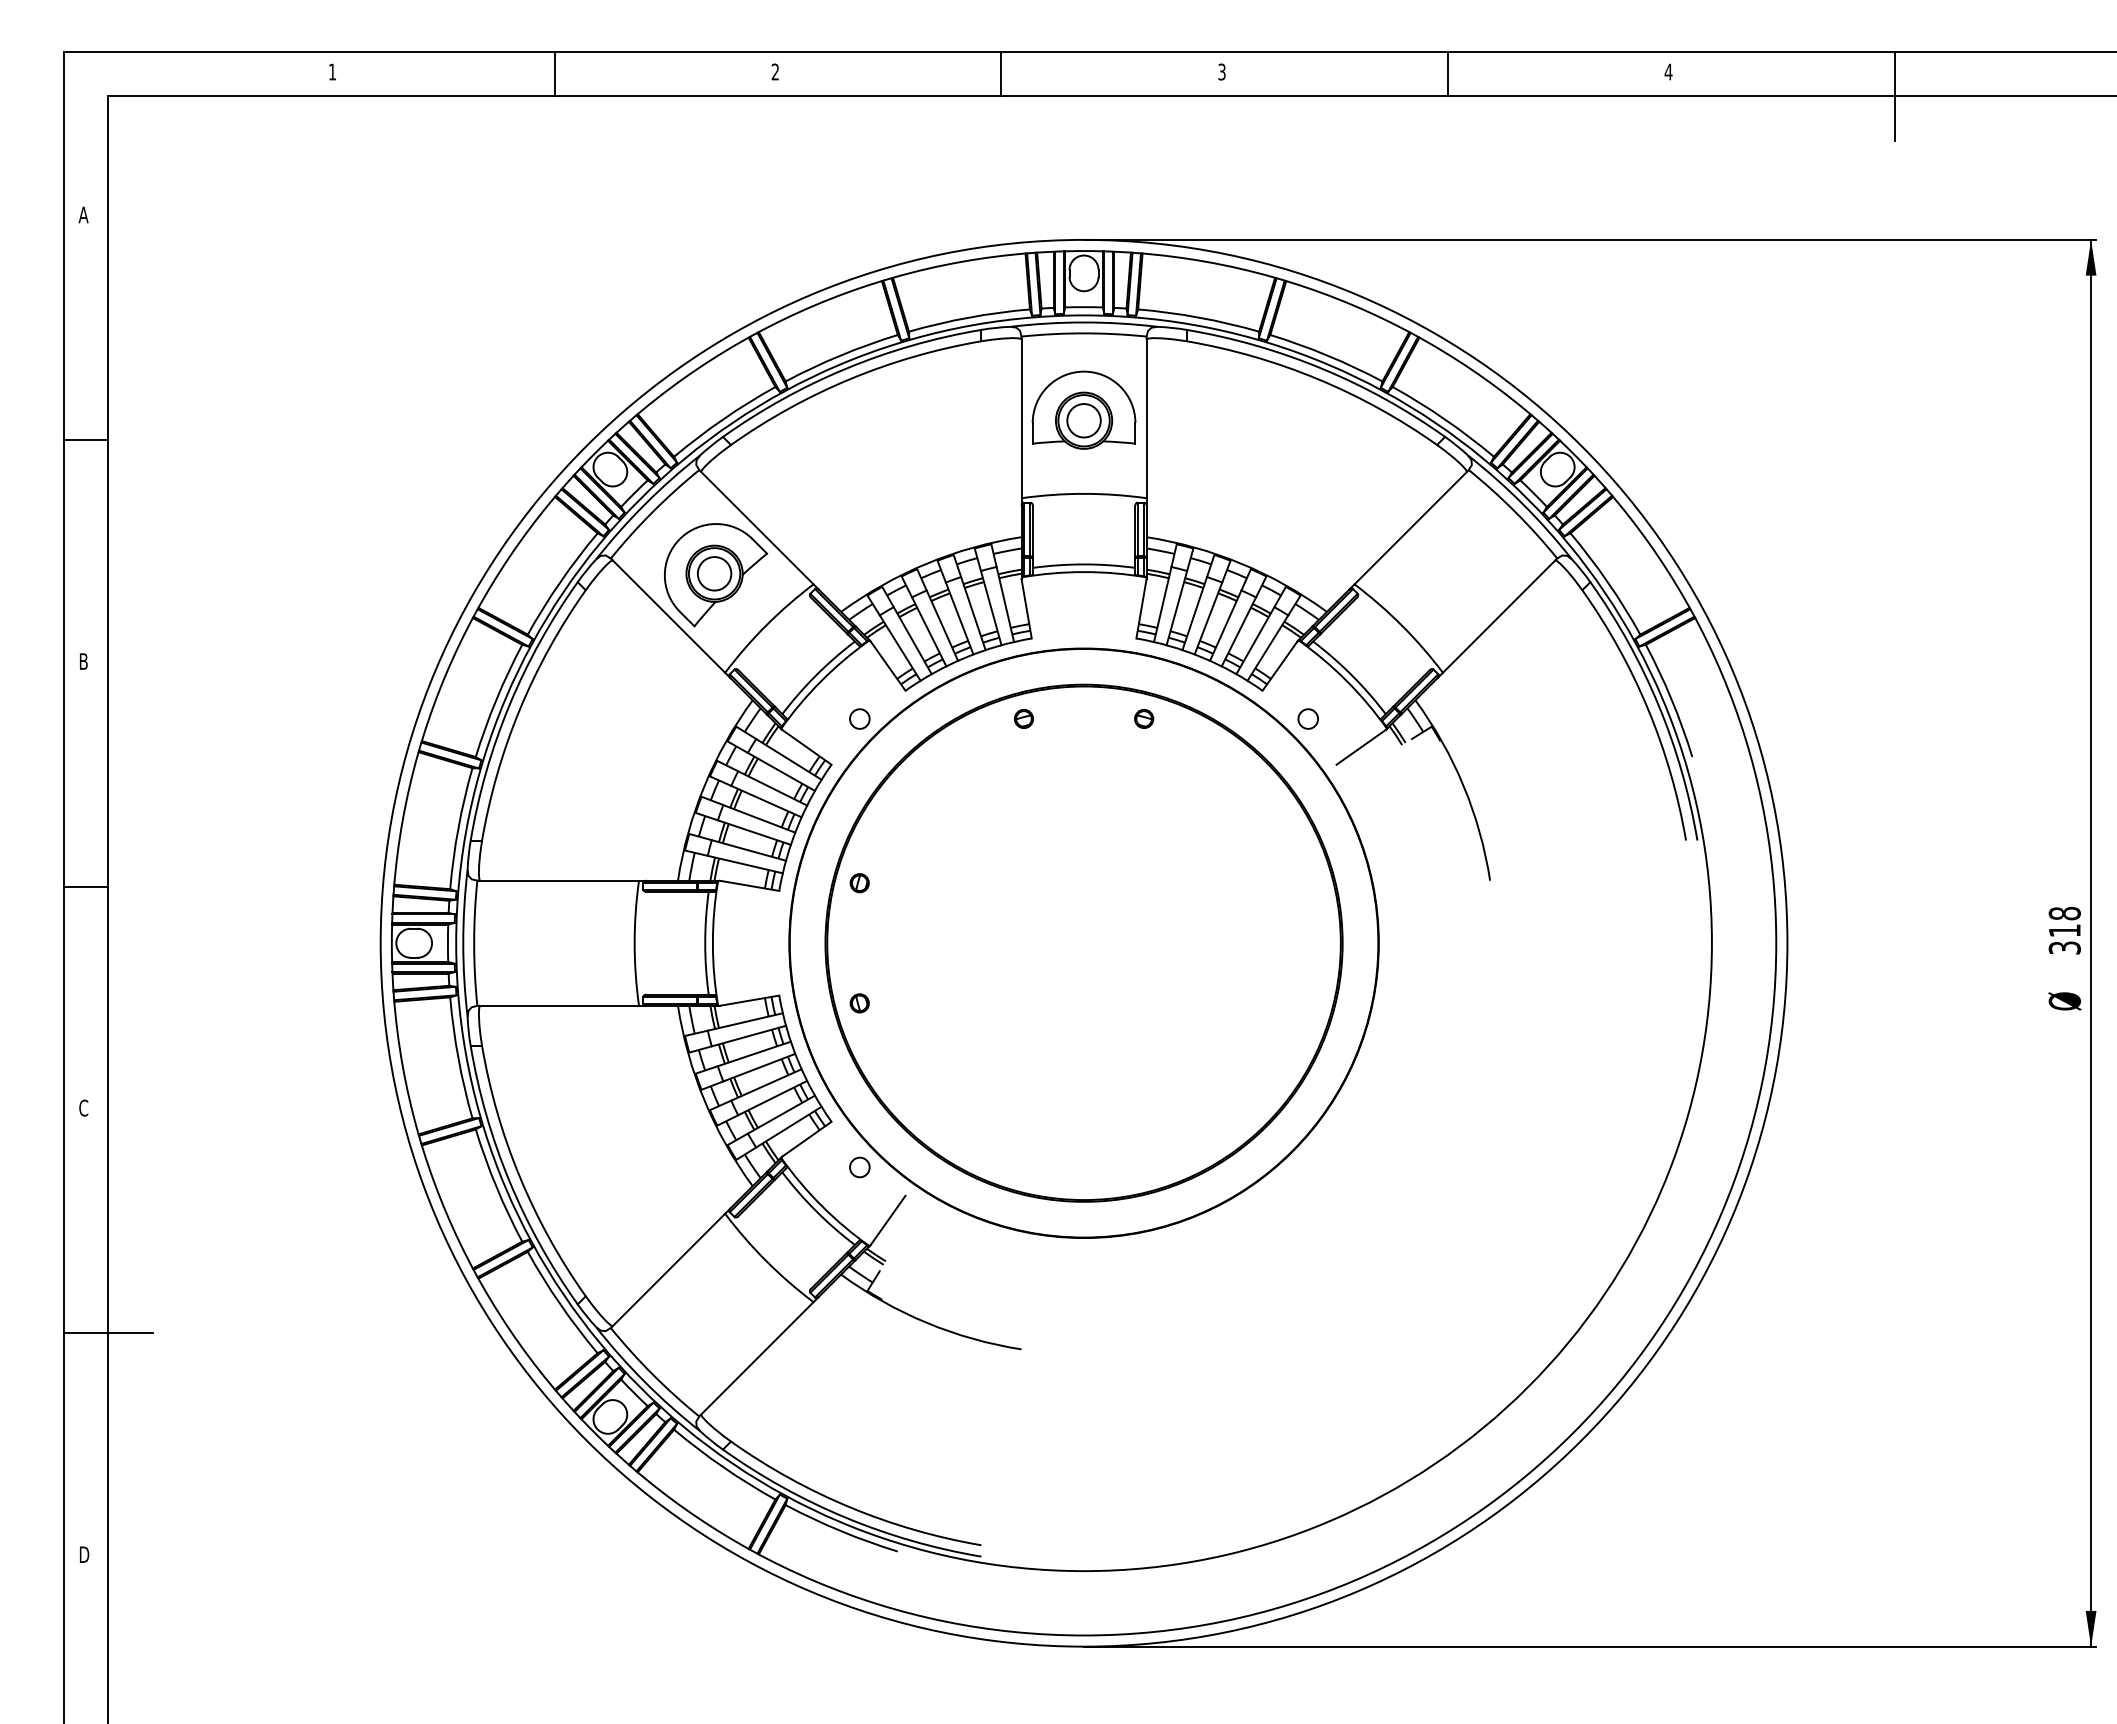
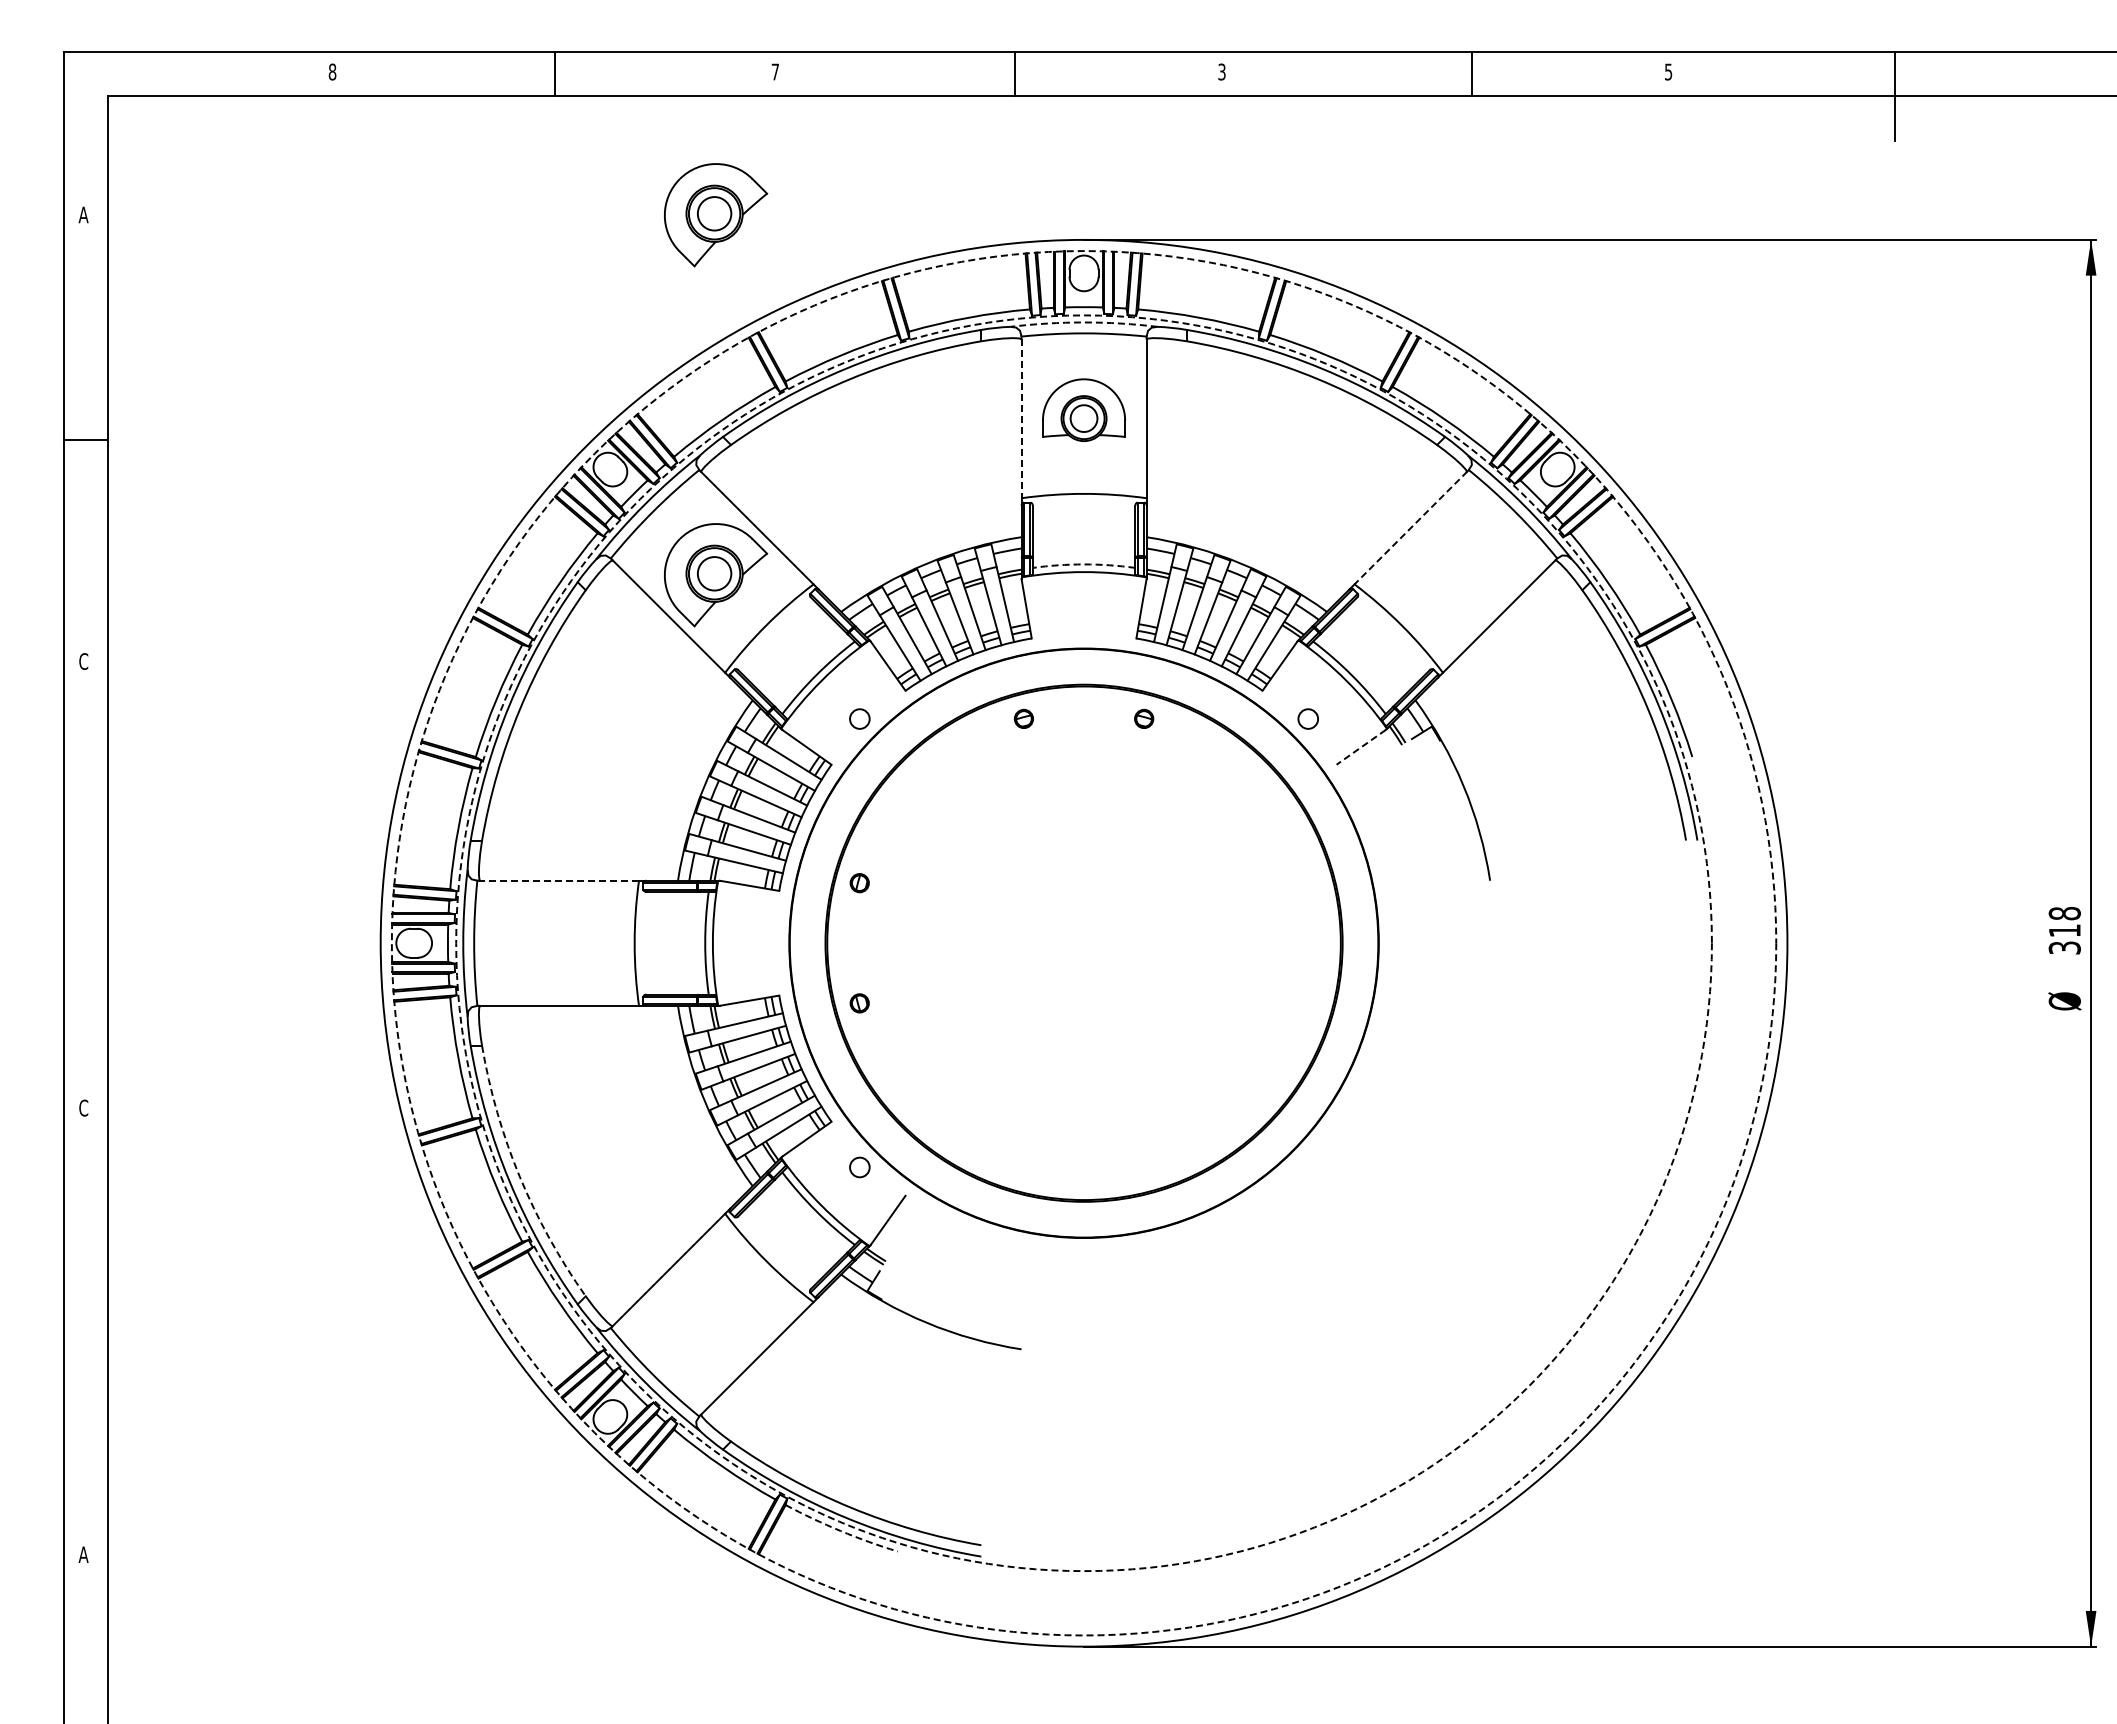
text at (332, 71): 1 -> 8
text at (774, 71): 2 -> 7
text at (1668, 71): 4 -> 5
line at (1001, 73) position: (1001, 73) -> (1015, 73)
line at (1447, 73) position: (1447, 73) -> (1471, 73)
part at (716, 215): none -> present
arc at (1084, 322): solid -> dashed
part at (1083, 409) size: 106x80 px -> 84x64 px
line at (1021, 418): solid -> dashed
line at (1410, 527): solid -> dashed
arc at (1084, 564): solid -> dashed
text at (83, 661): B -> C
line at (1360, 747): solid -> dashed
line at (559, 880): solid -> dashed
line at (85, 886): present -> none
circle at (1083, 943): solid -> dashed
circle at (1083, 943): solid -> dashed
arc at (519, 1176): solid -> dashed
line at (107, 1333): present -> none
arc at (840, 1530): solid -> dashed
text at (83, 1554): D -> A
